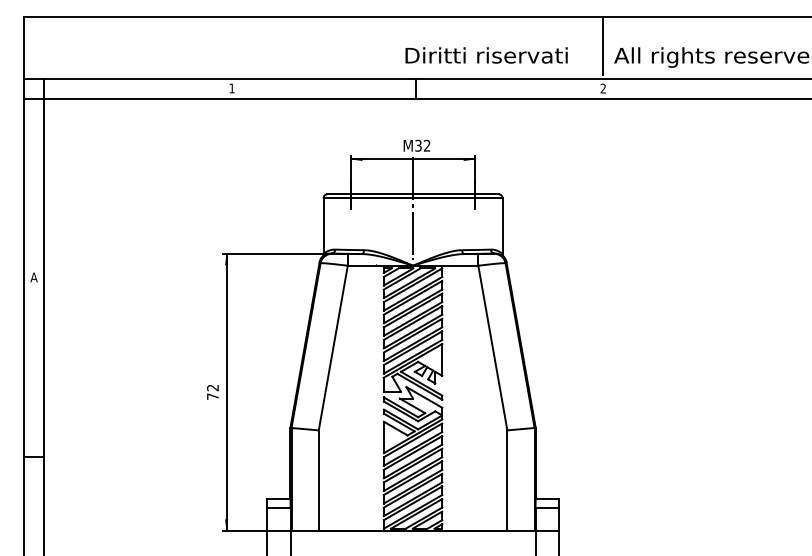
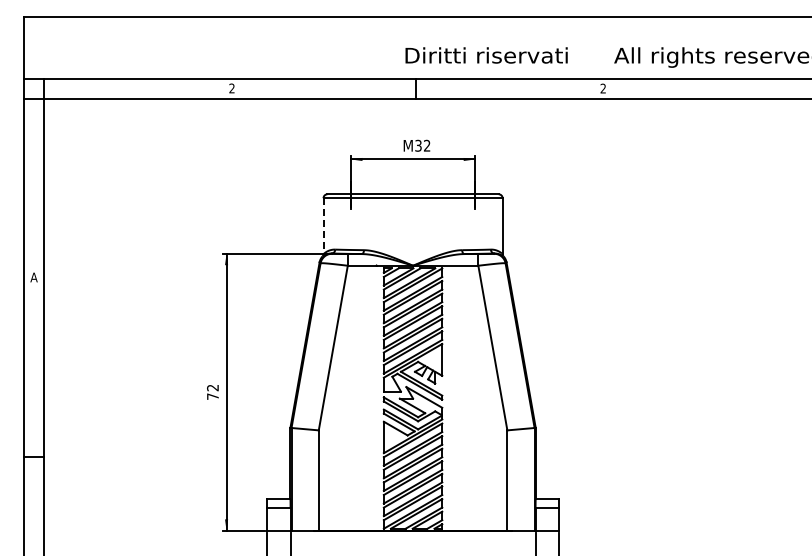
line at (602, 45): present -> none
text at (231, 88): 1 -> 2
line at (413, 208): present -> none
line at (323, 226): solid -> dashed
